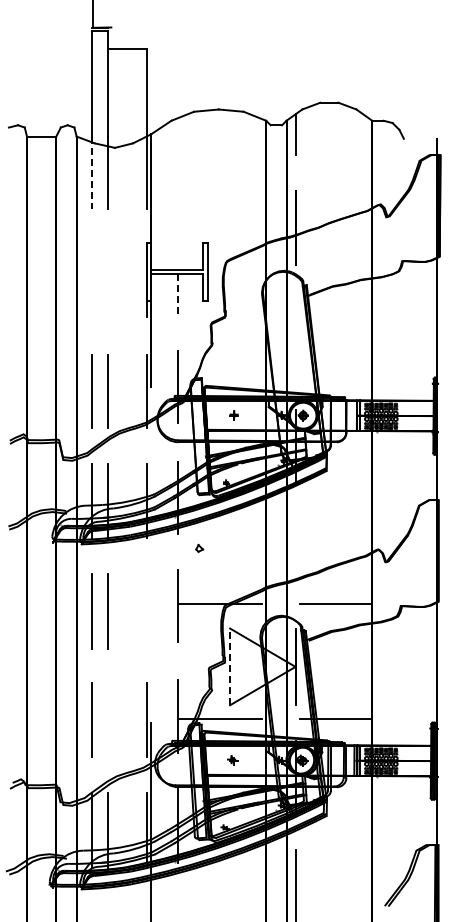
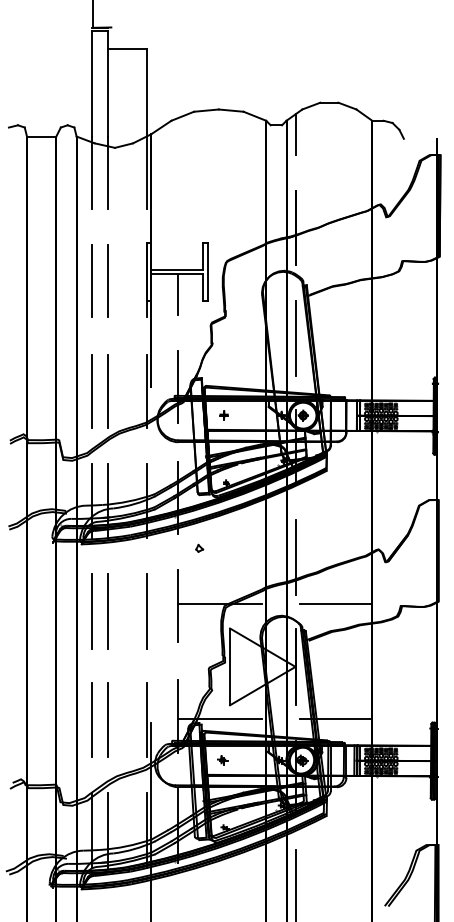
line at (92, 173): dashed -> solid
line at (91, 280): none -> present
line at (108, 280): none -> present
line at (178, 295): dashed -> solid
line at (295, 338): none -> present
part at (233, 415) position: (233, 415) -> (223, 415)
line at (295, 557): none -> present
line at (146, 611): none -> present
line at (230, 666): dashed -> solid
line at (107, 719): none -> present
part at (232, 760) position: (232, 760) -> (222, 760)
